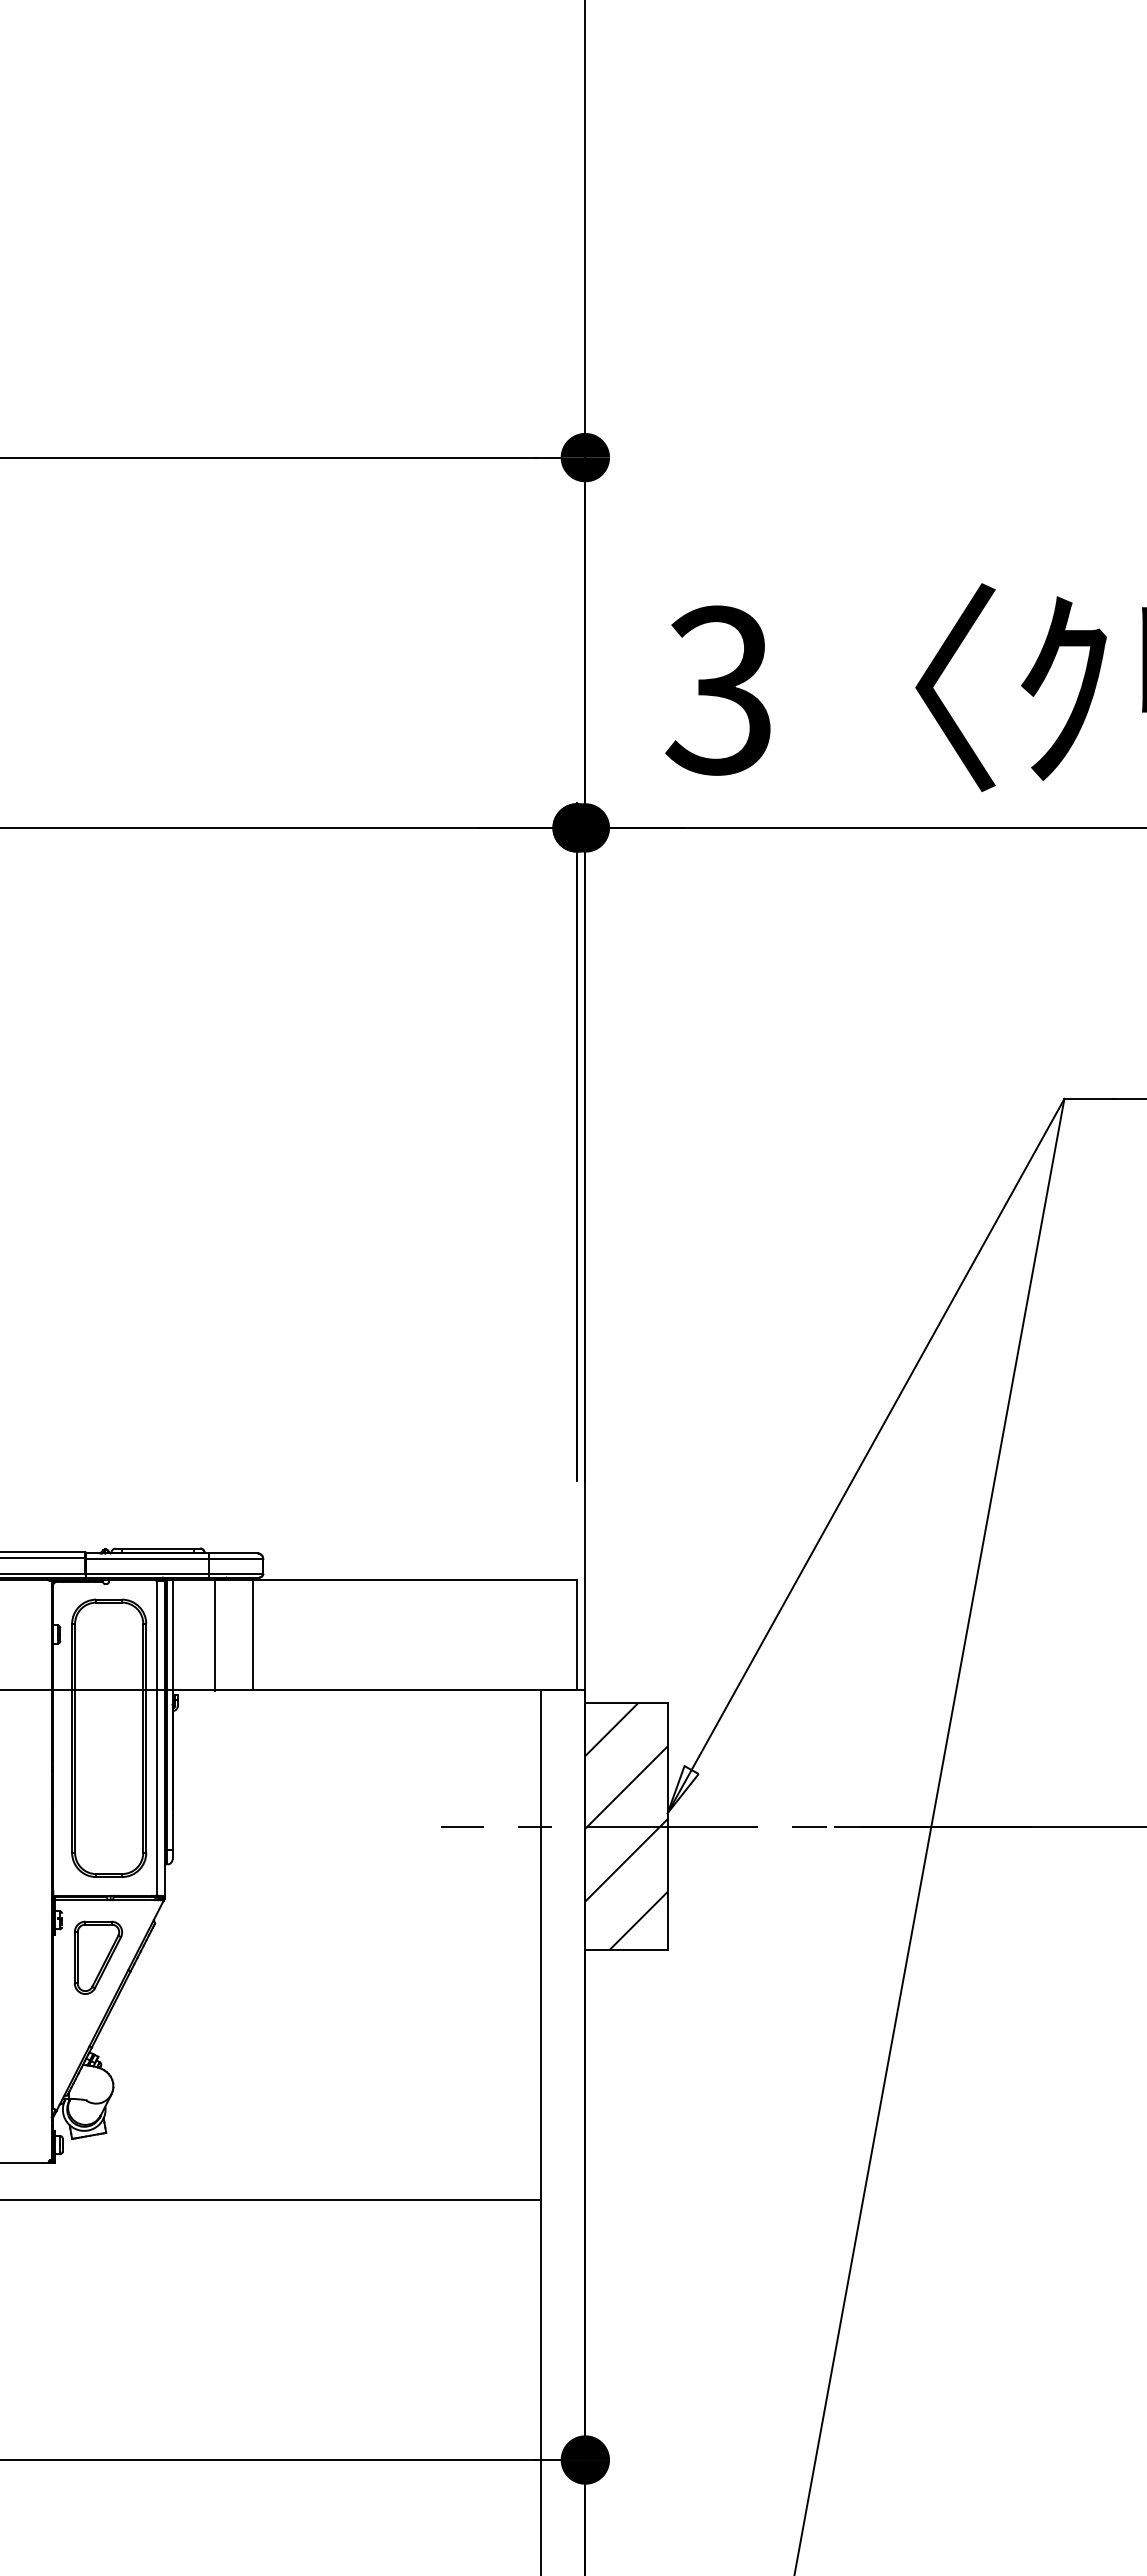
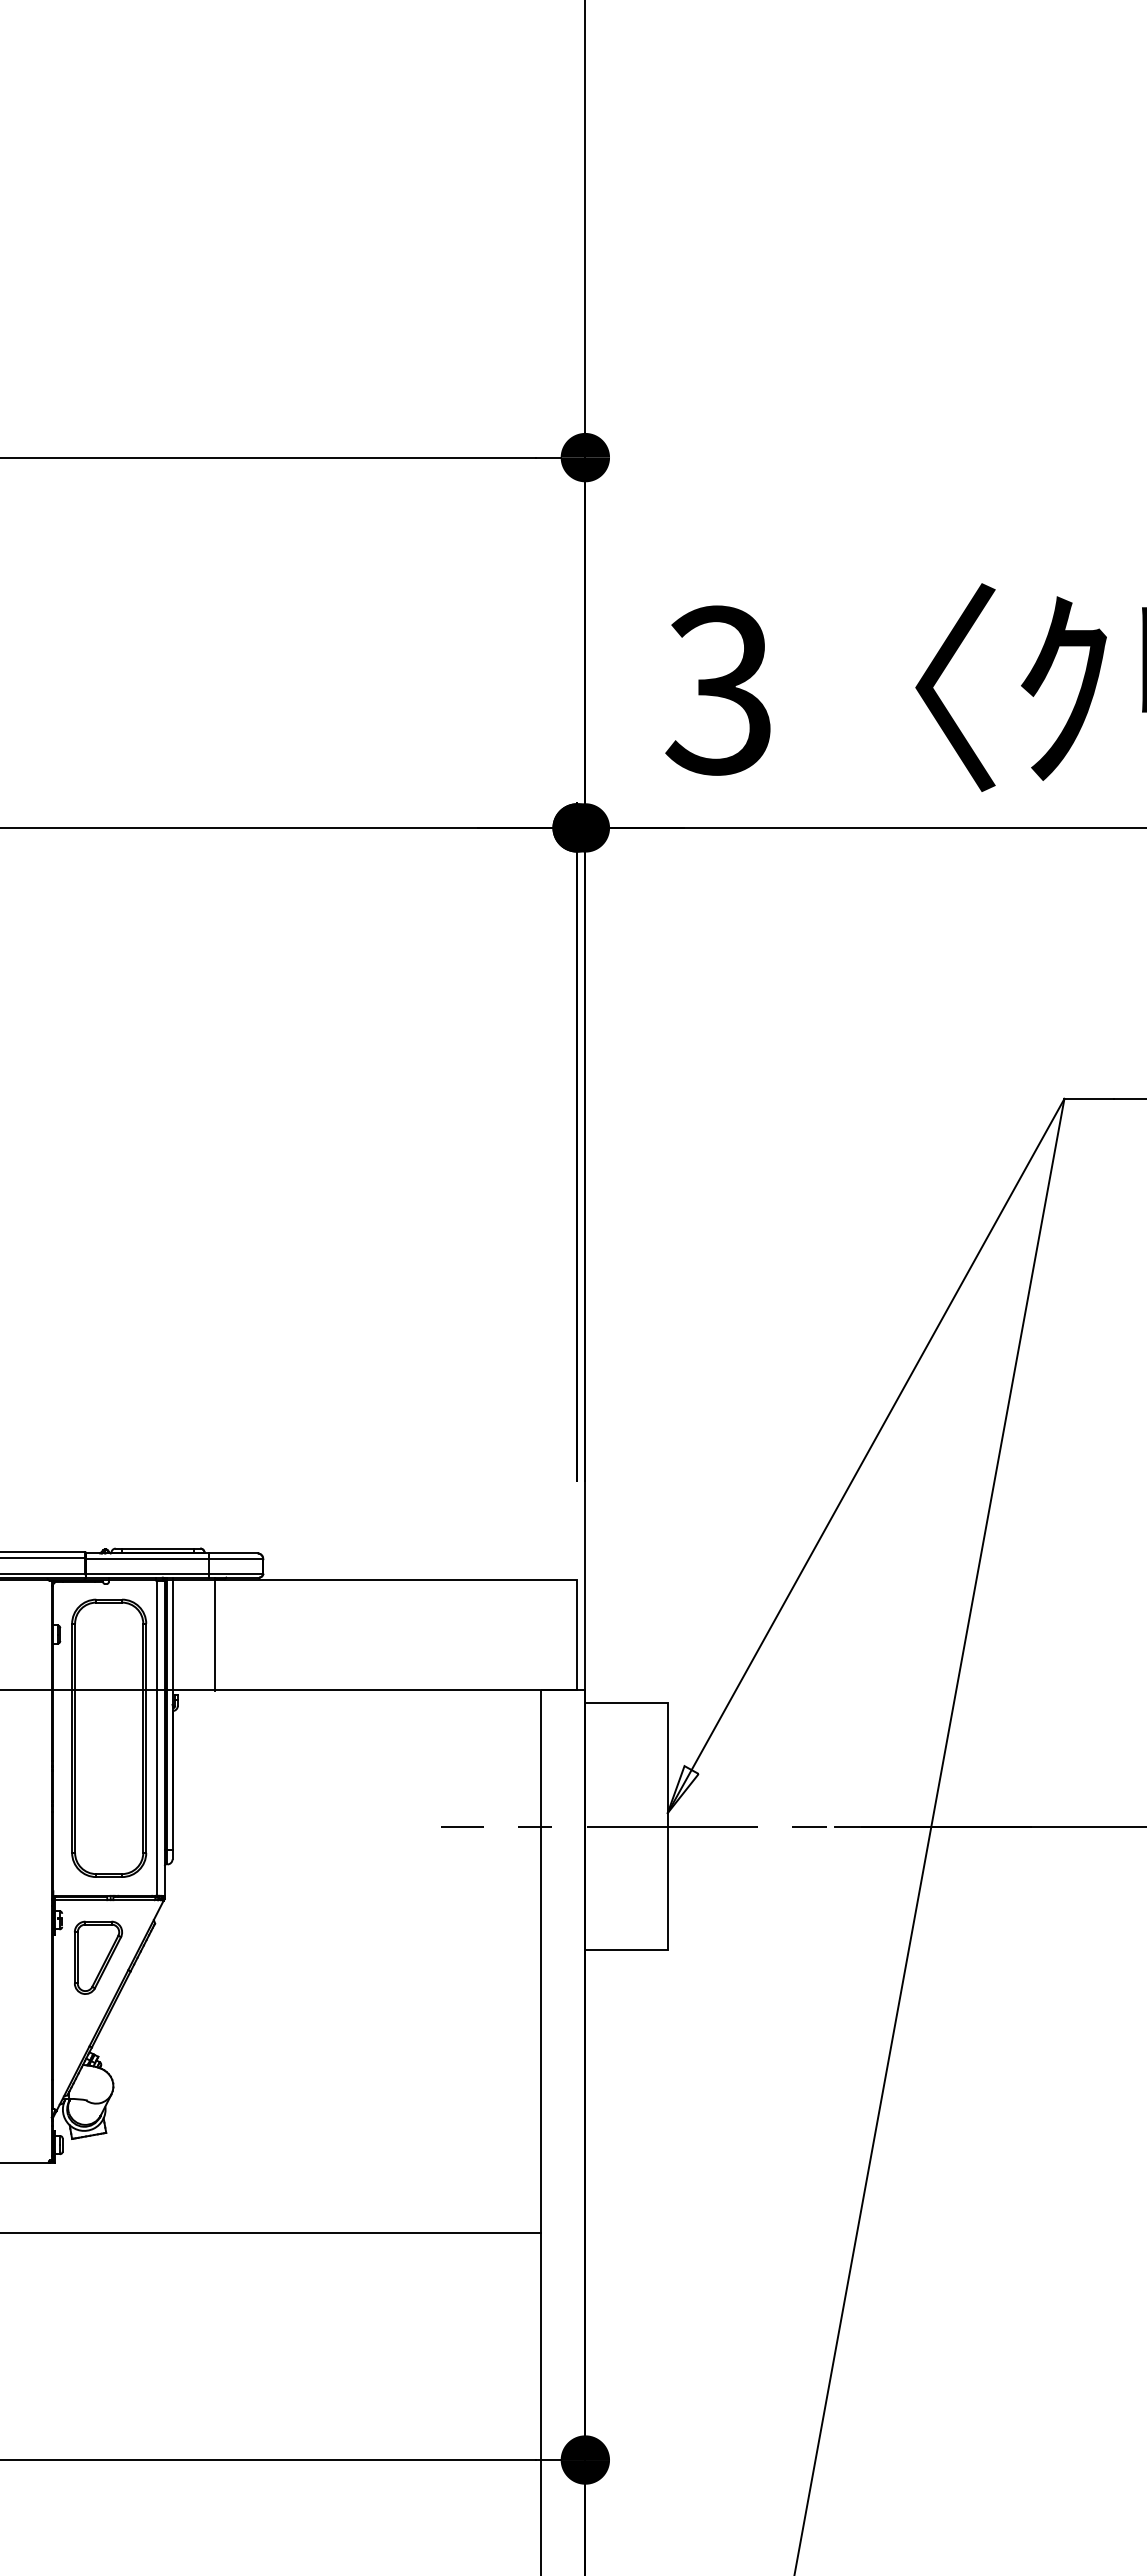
line at (253, 1634): present -> none
hatch at (626, 1826): present -> none
line at (271, 2199) position: (271, 2199) -> (271, 2232)
